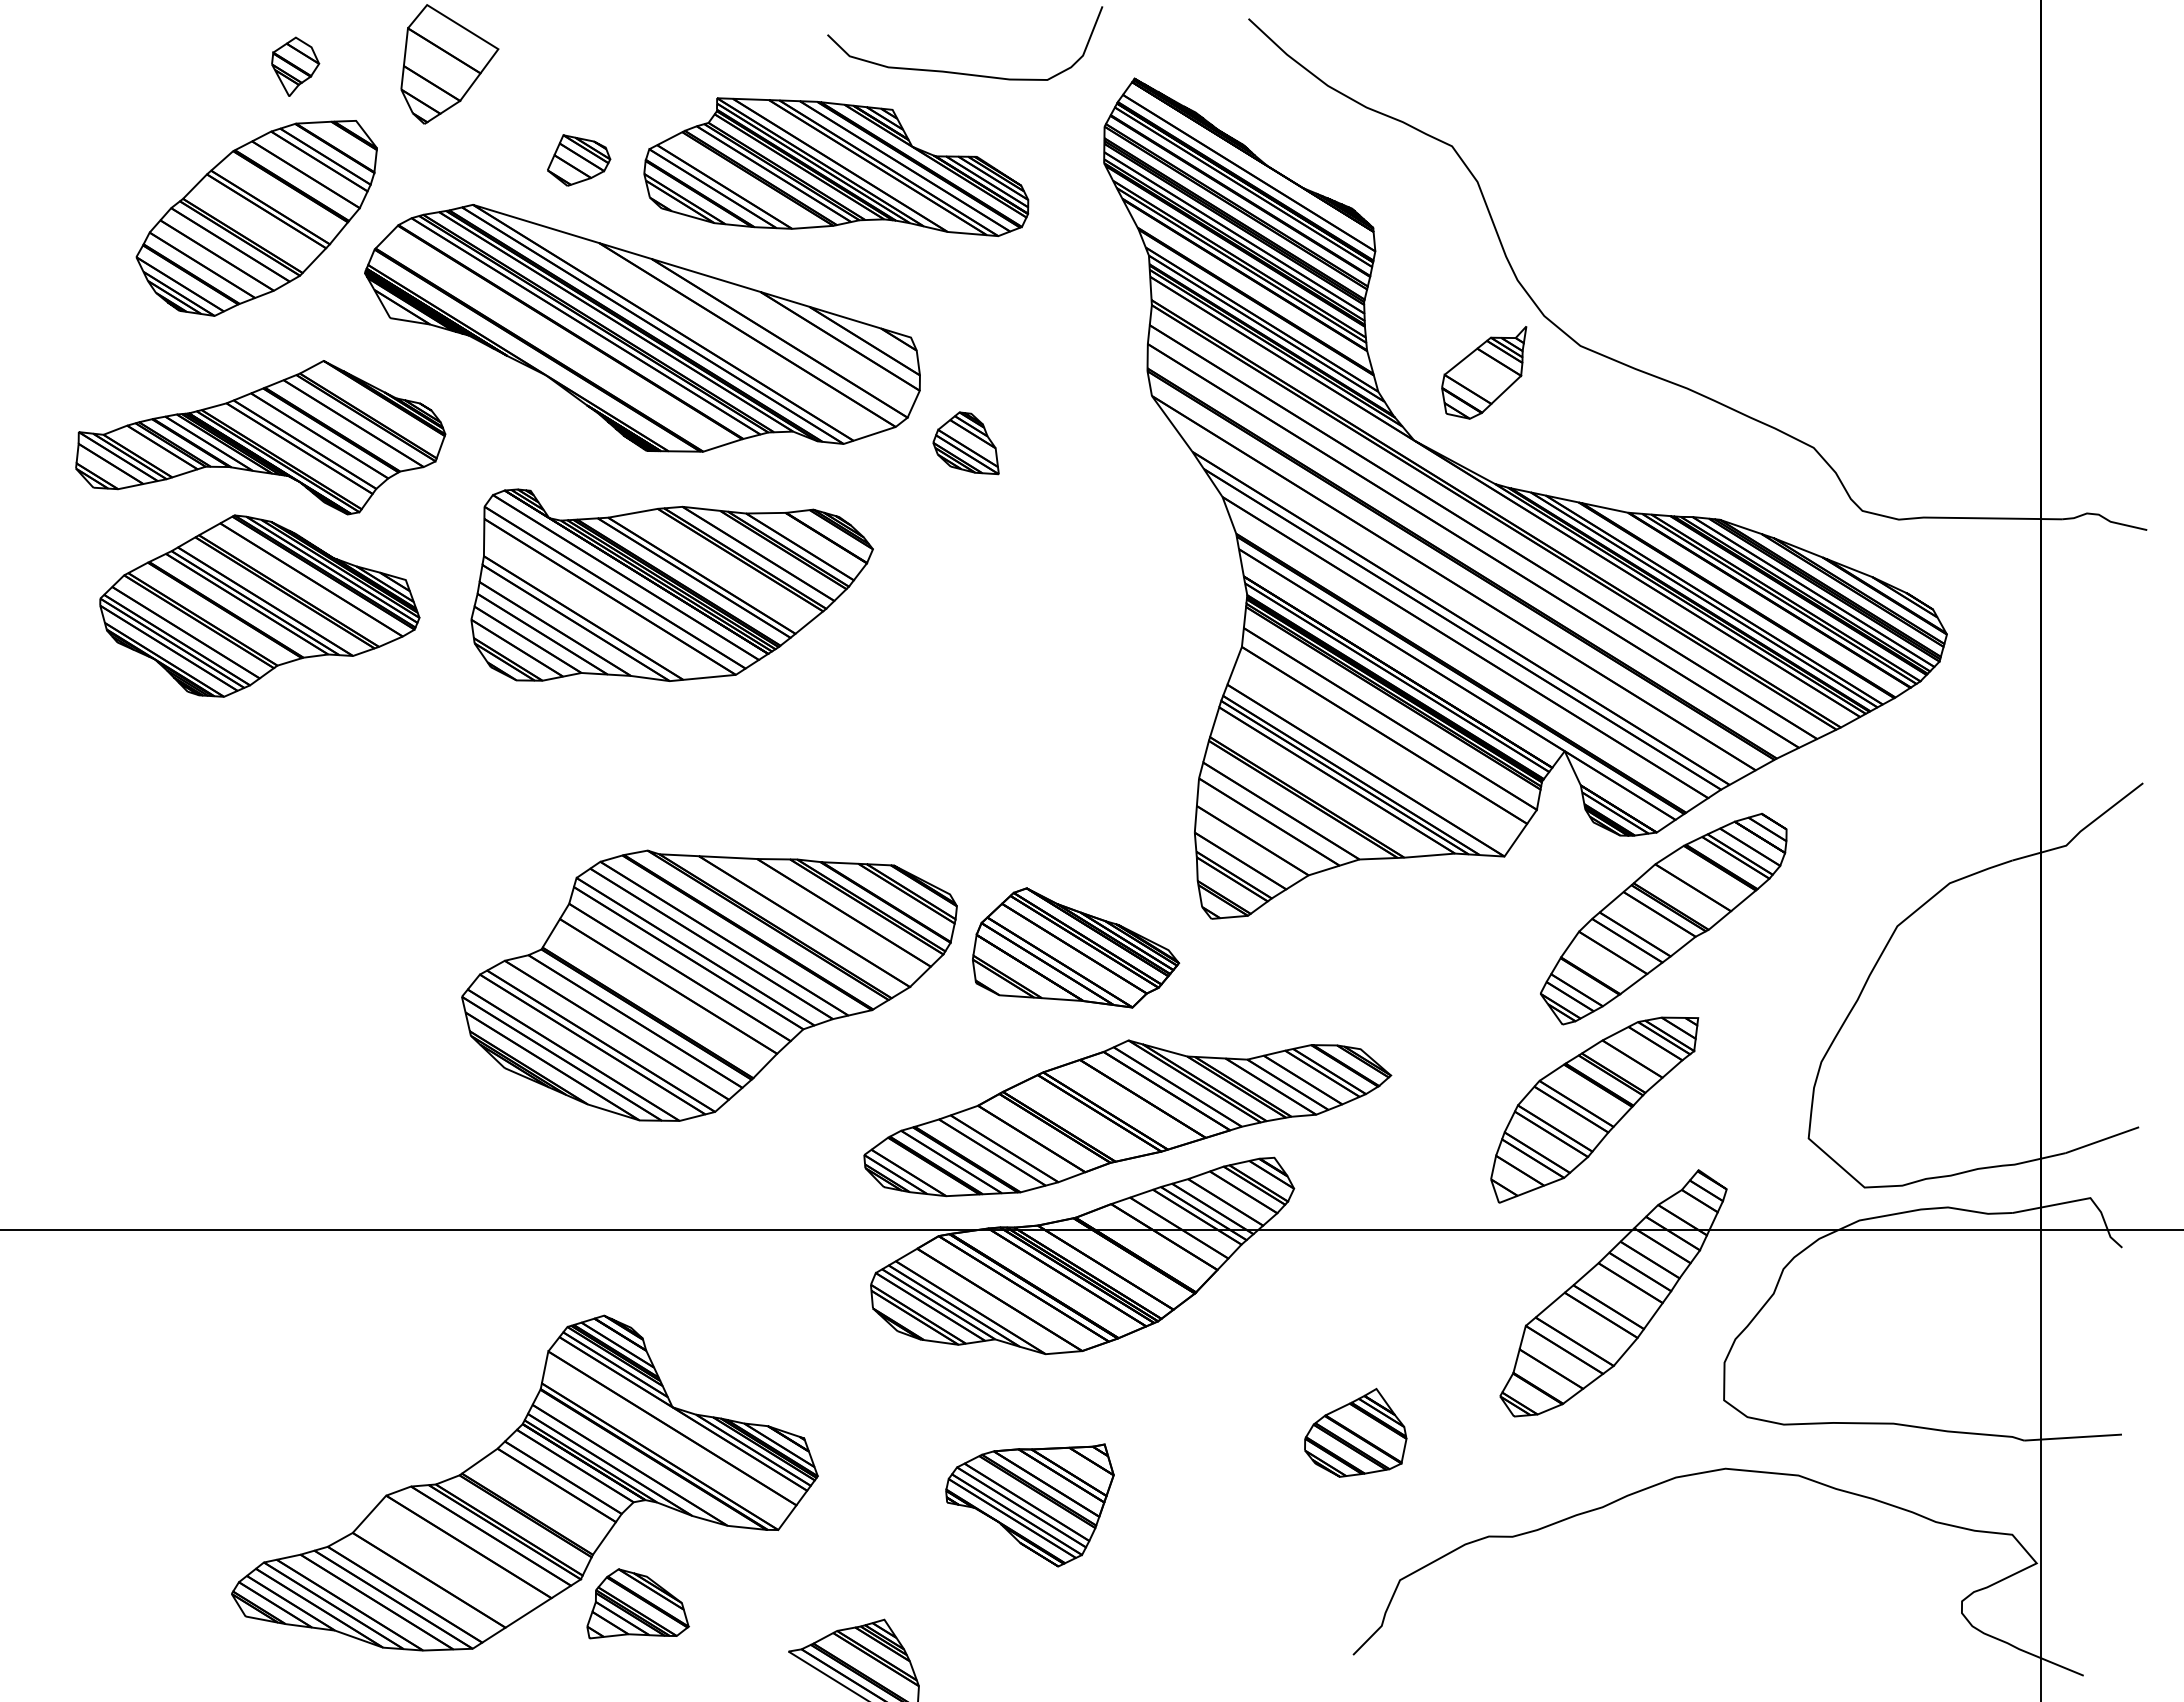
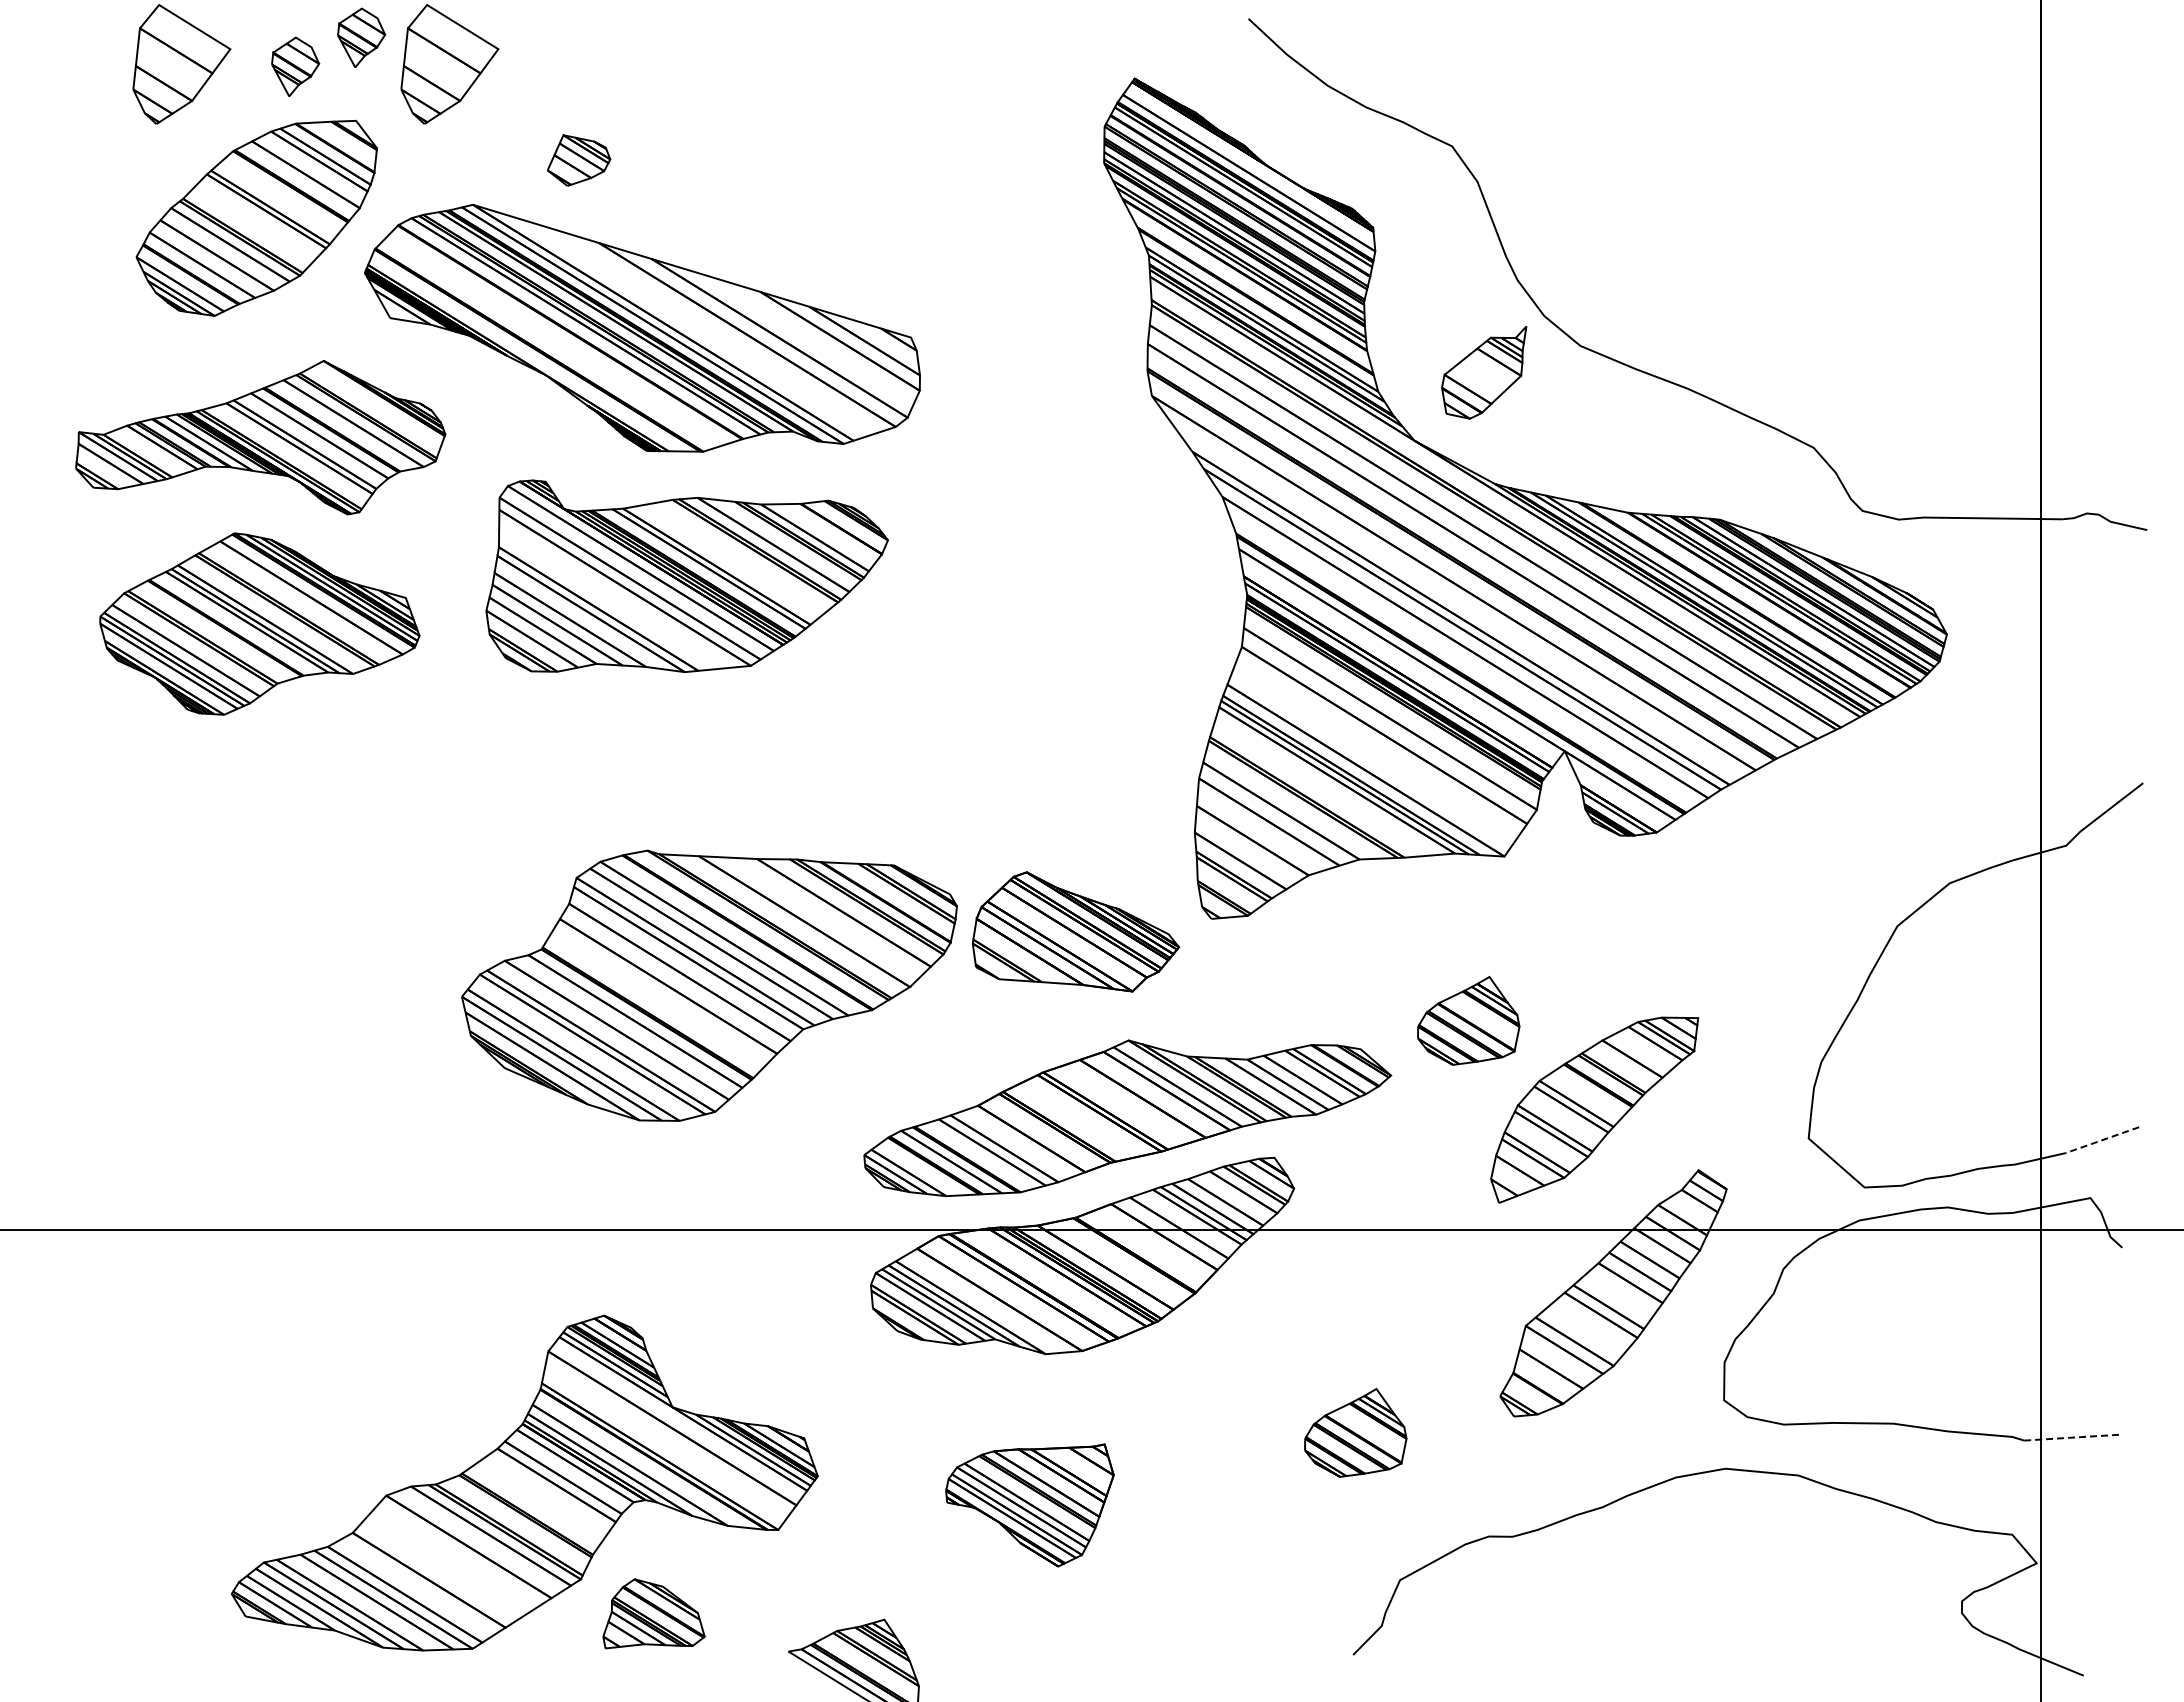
part at (361, 37): none -> present
part at (181, 64): none -> present
curve at (961, 72): present -> none
part at (836, 166): present -> none
part at (965, 443): present -> none
part at (671, 584) position: (671, 584) -> (686, 575)
part at (259, 605) position: (259, 605) -> (259, 623)
part at (1663, 919): present -> none
part at (1076, 947) position: (1076, 947) -> (1076, 931)
part at (1468, 1020): none -> present
line at (2102, 1140): solid -> dashed
line at (2073, 1437): solid -> dashed
part at (637, 1603) position: (637, 1603) -> (653, 1613)
